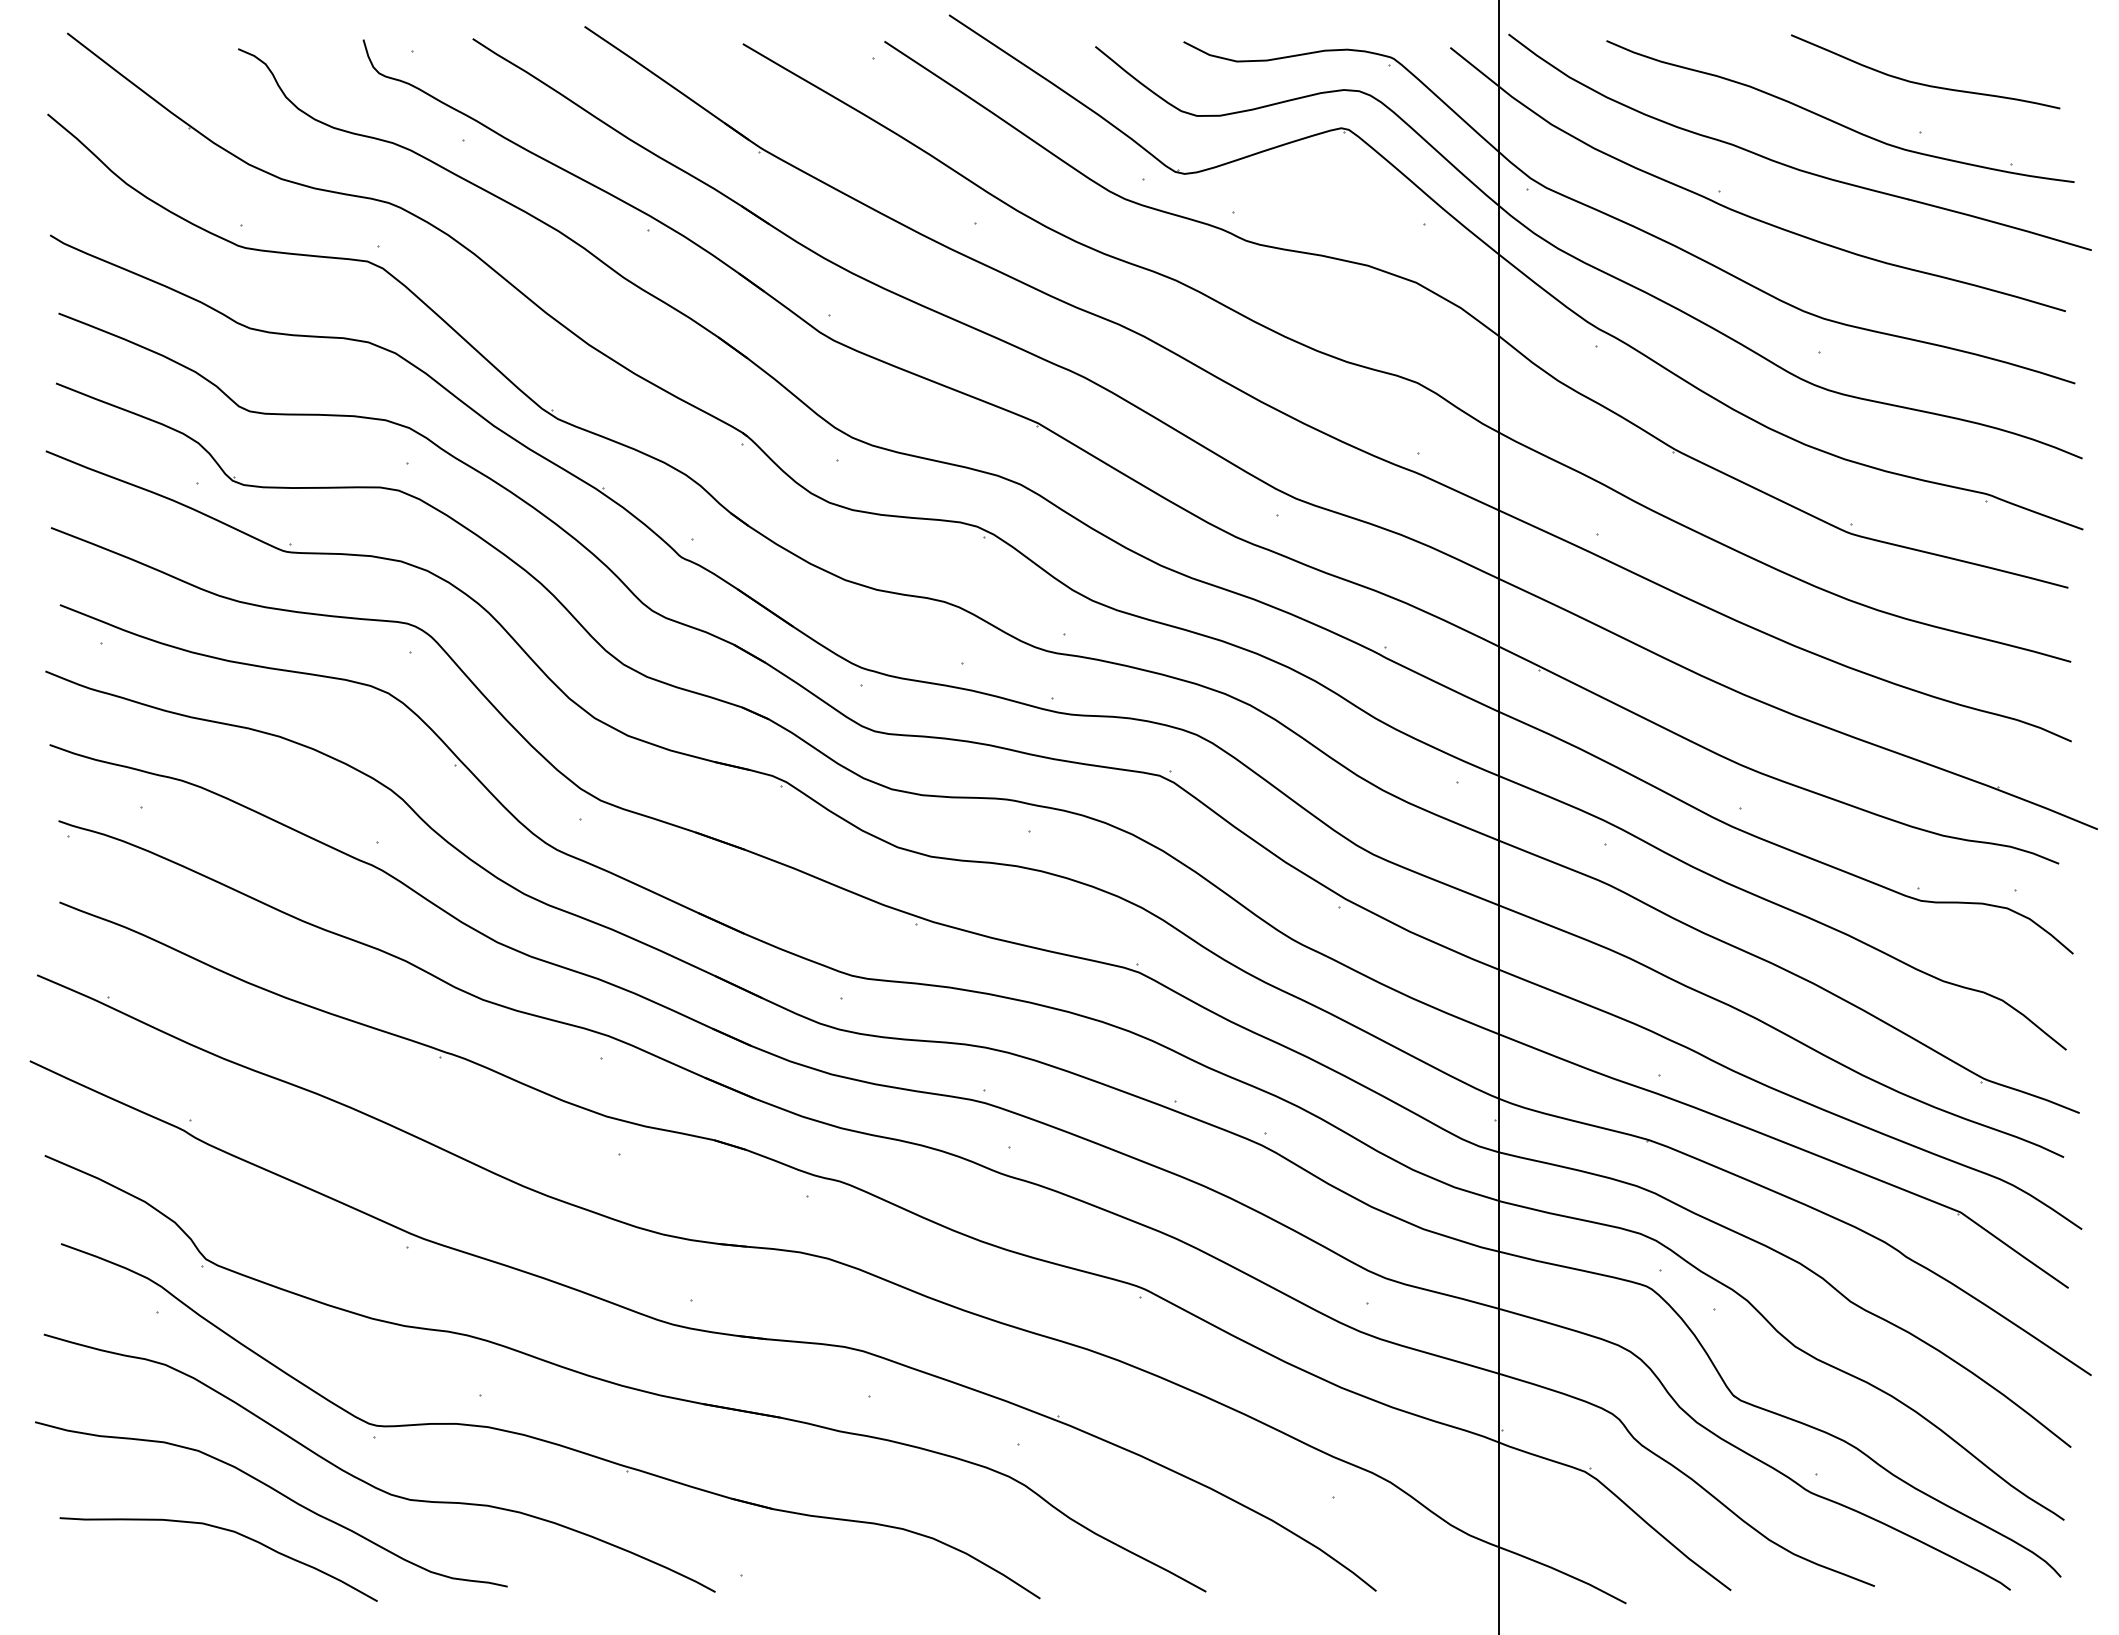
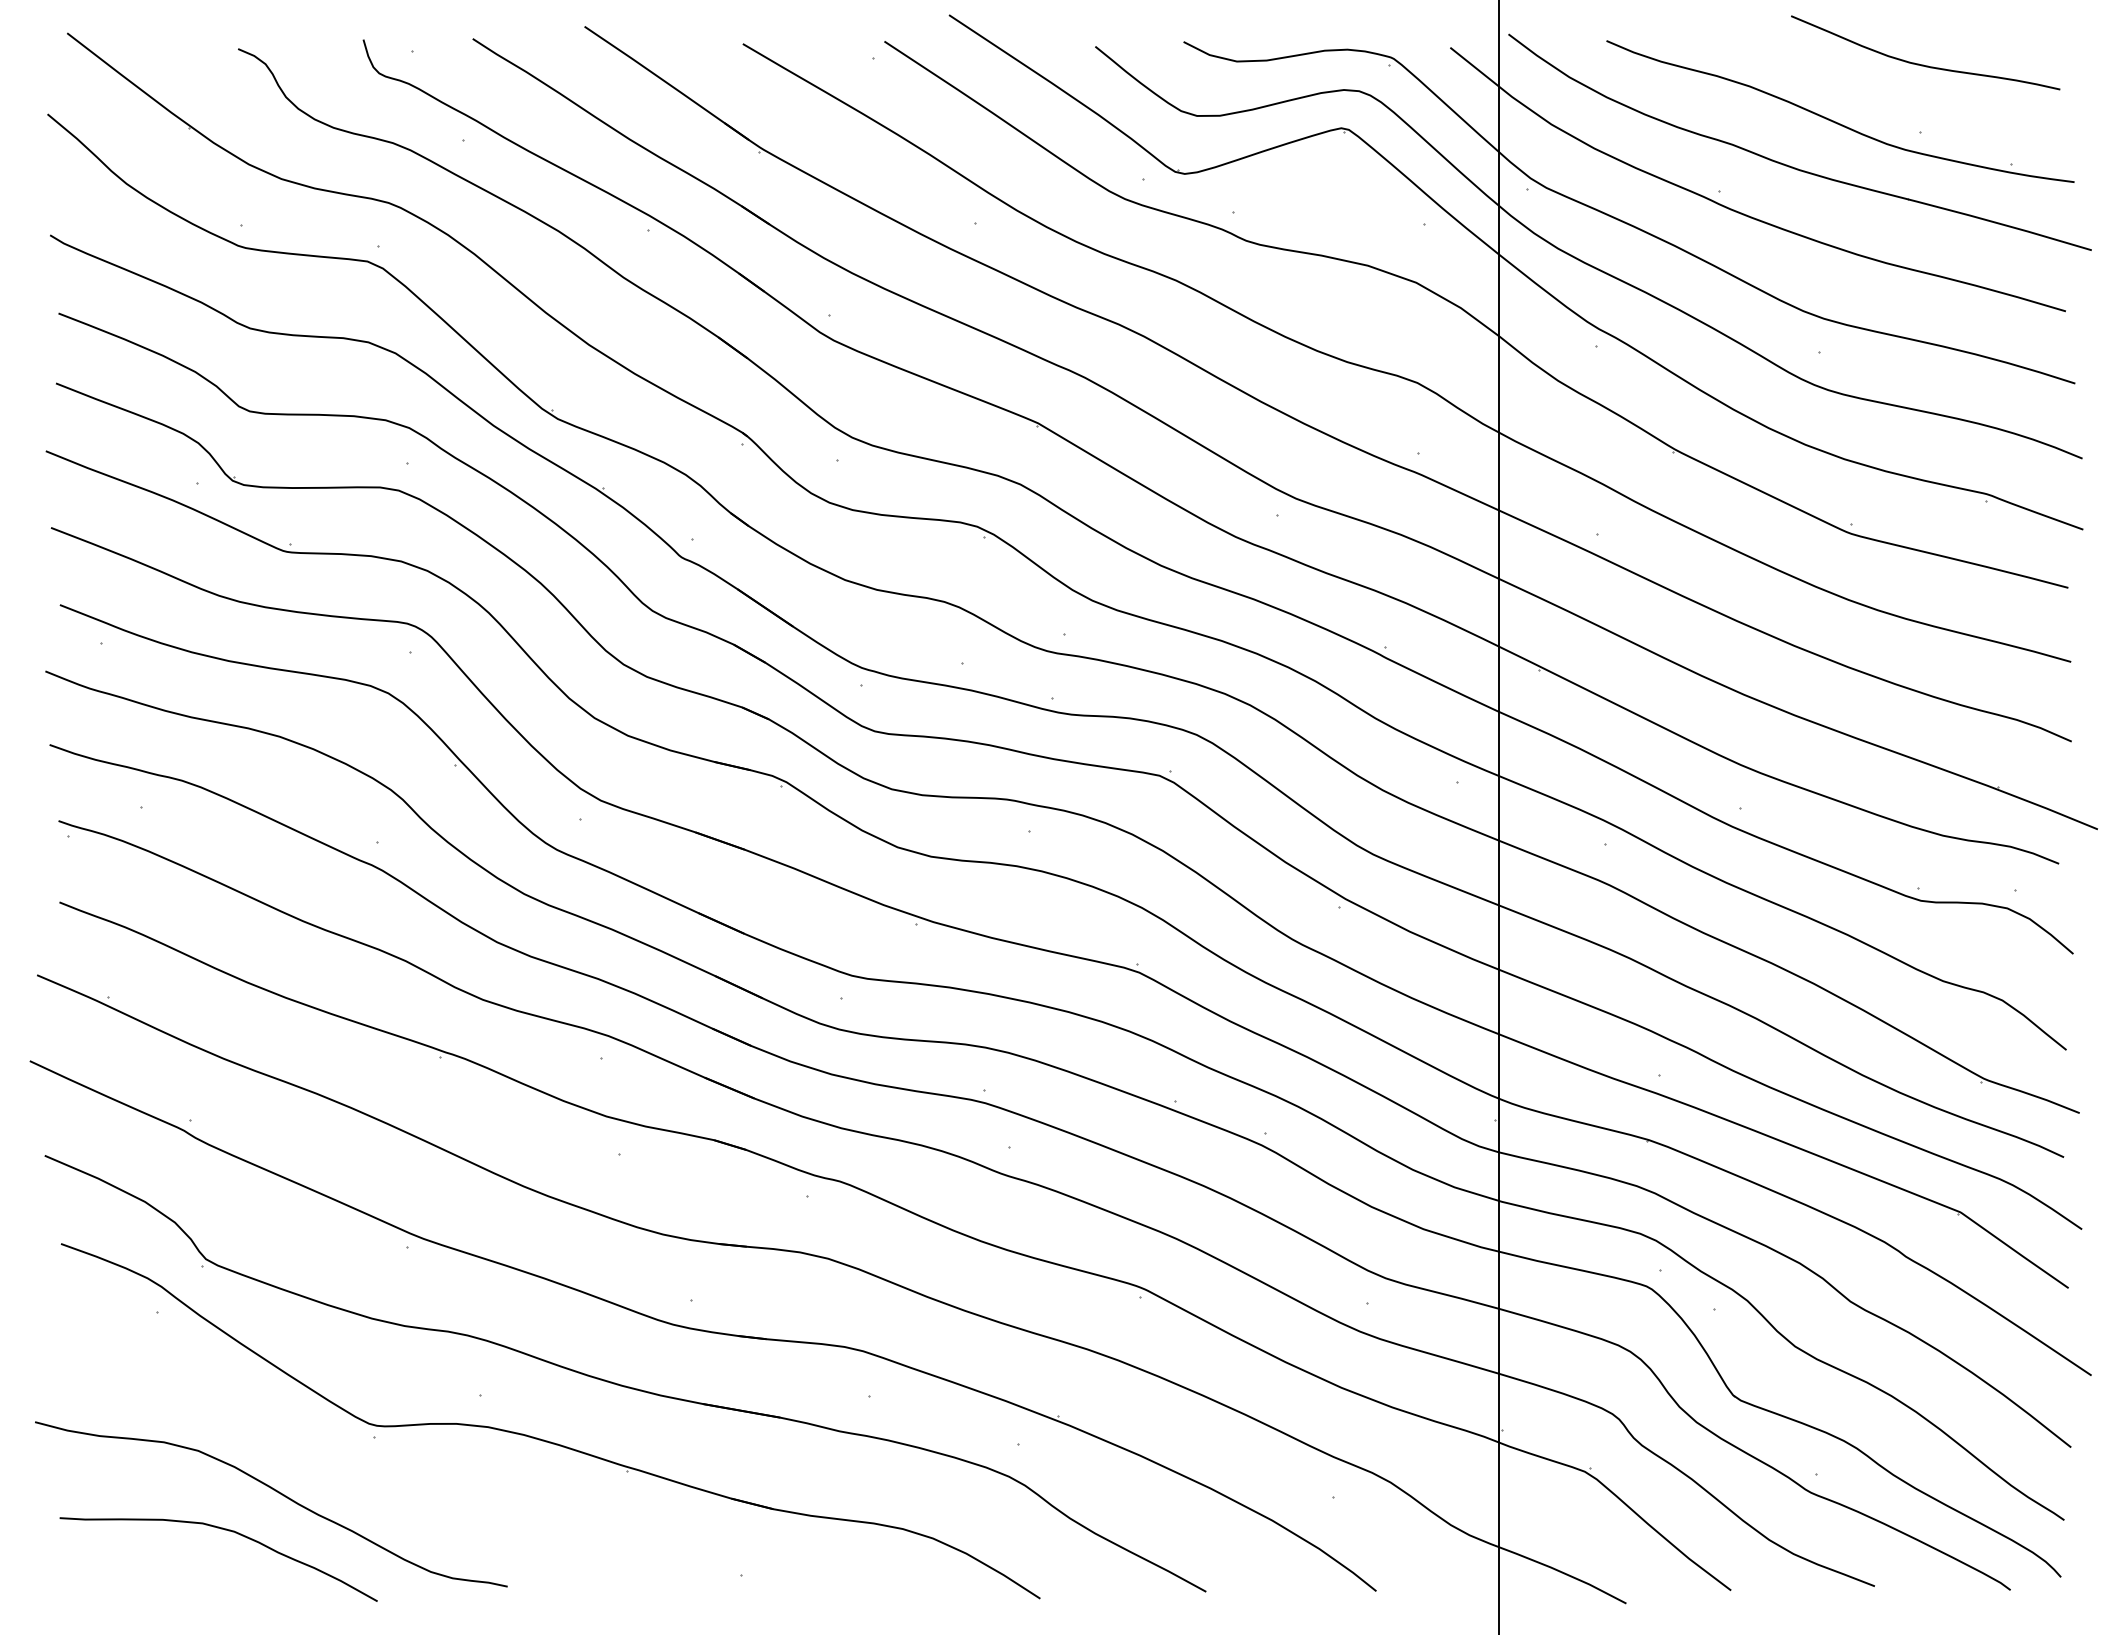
curve at (1923, 83) position: (1923, 83) -> (1923, 64)
curve at (368, 1482): present -> none
